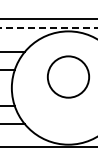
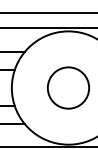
line at (48, 19) position: (48, 19) -> (48, 13)
line at (48, 27): dashed -> solid
circle at (68, 76) position: (68, 76) -> (68, 87)
